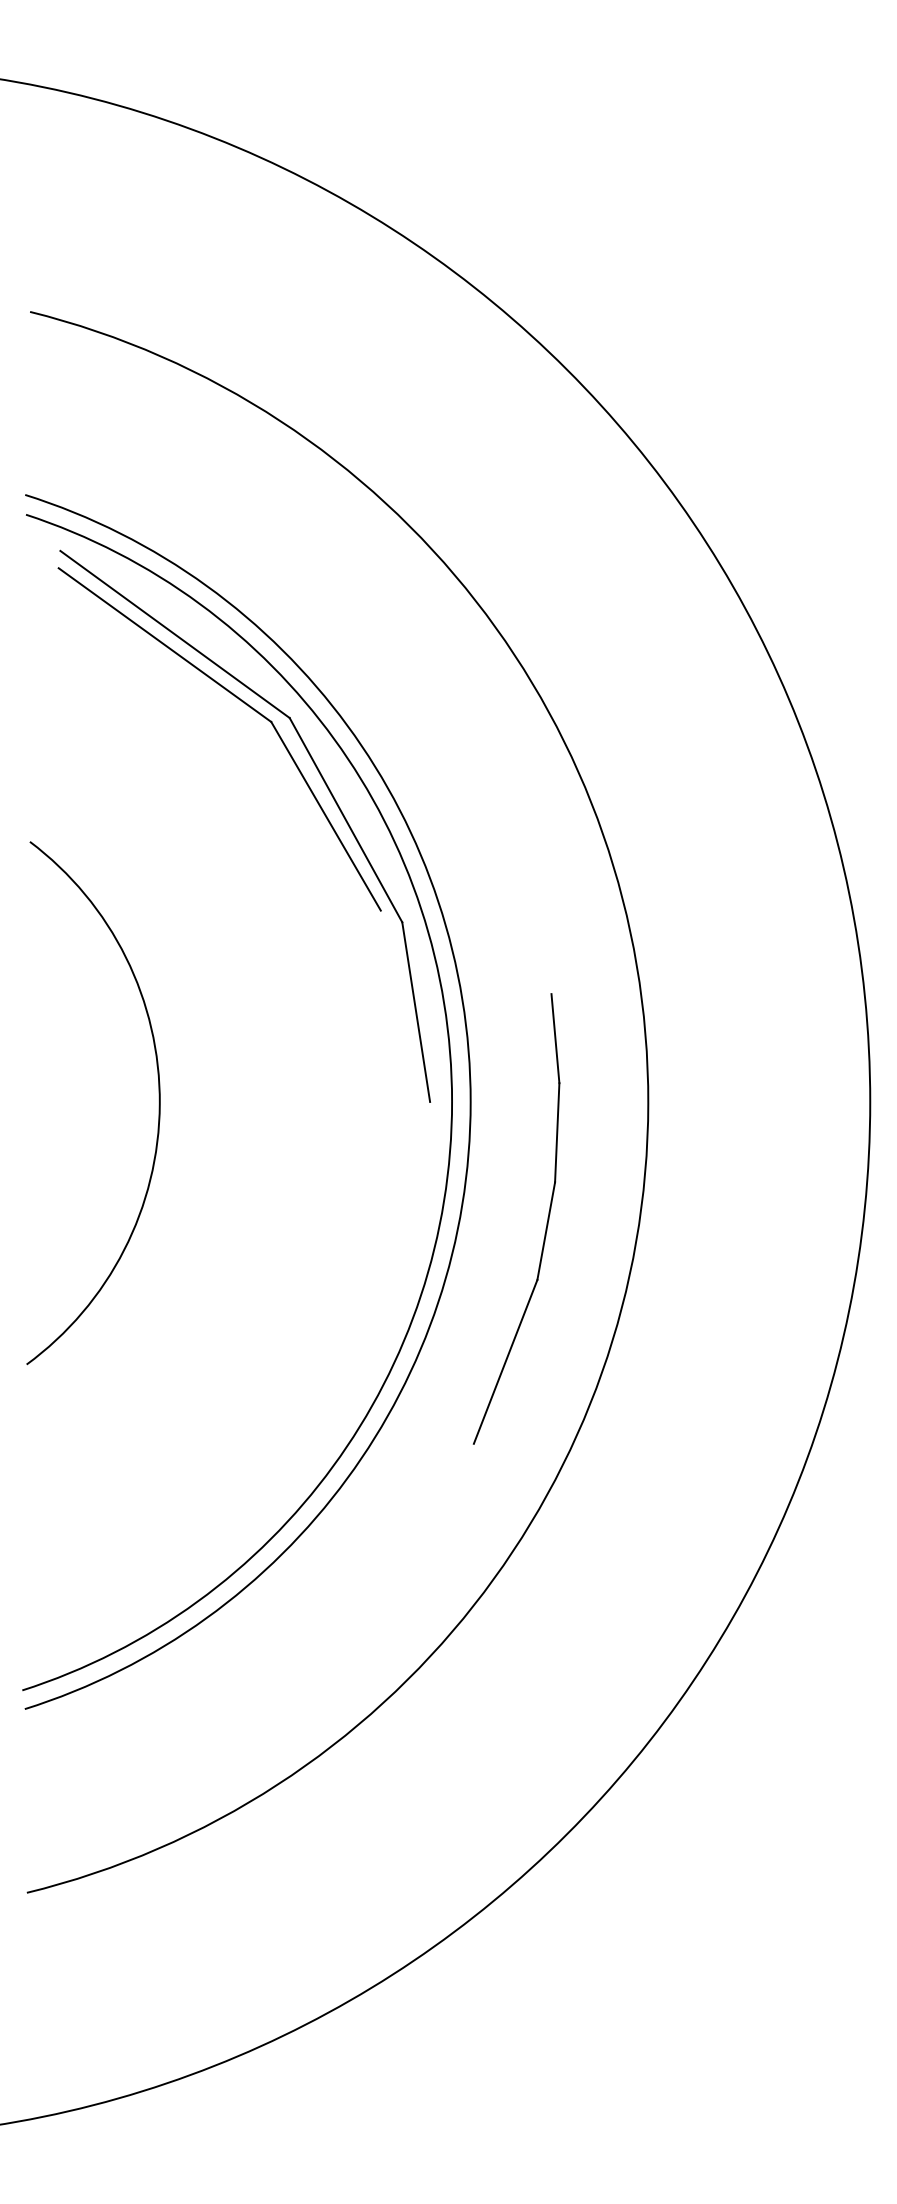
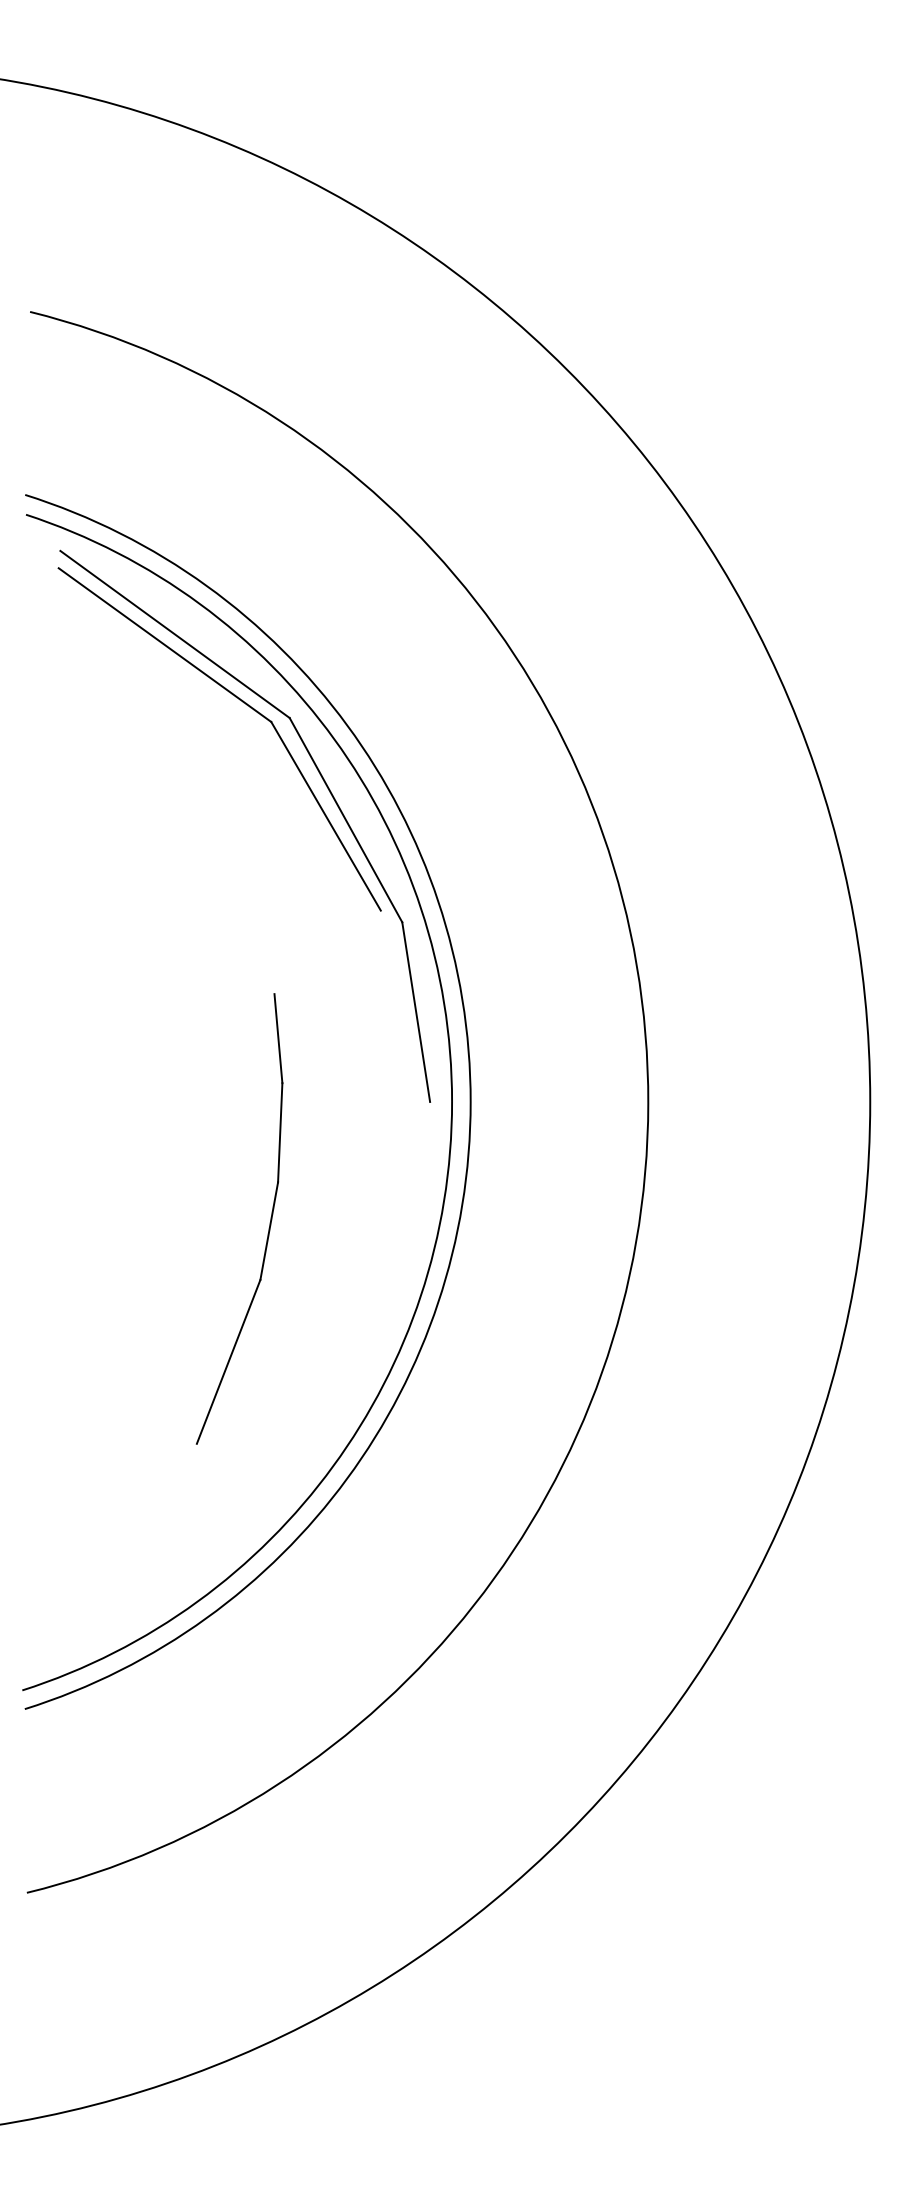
arc at (158, 1103): present -> none
part at (546, 1222) position: (546, 1222) -> (269, 1222)
